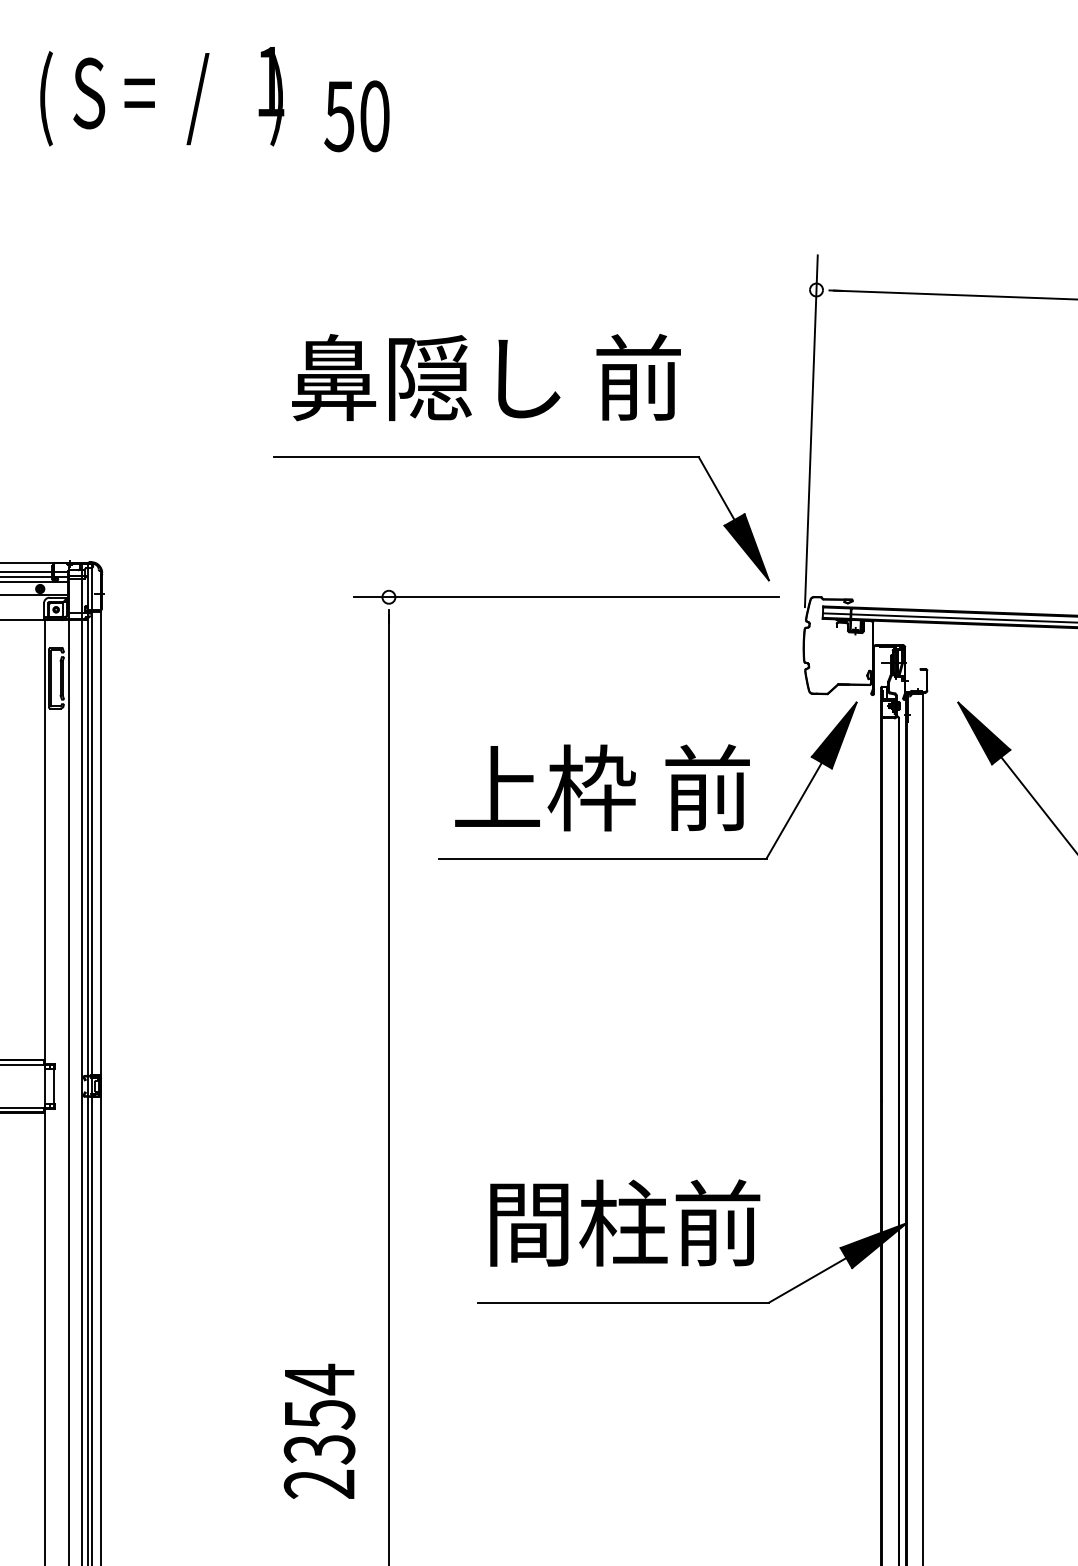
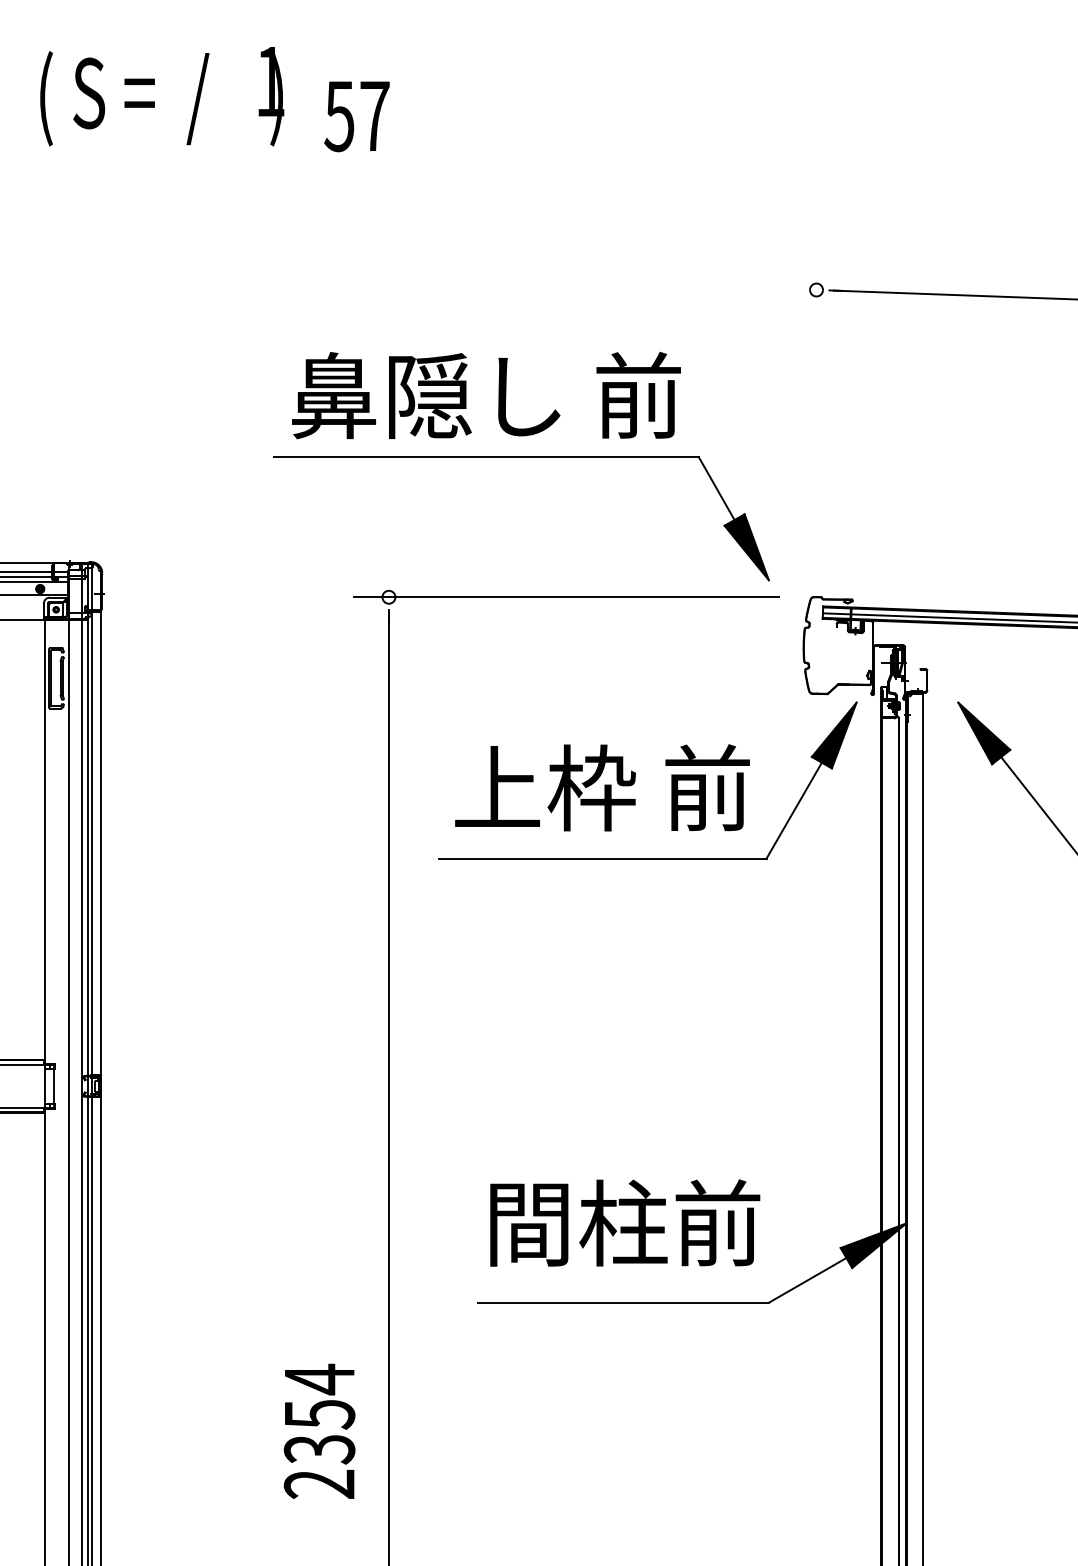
text at (374, 116): 50 -> 57
text at (486, 377) position: (486, 377) -> (486, 395)
line at (810, 431): present -> none
